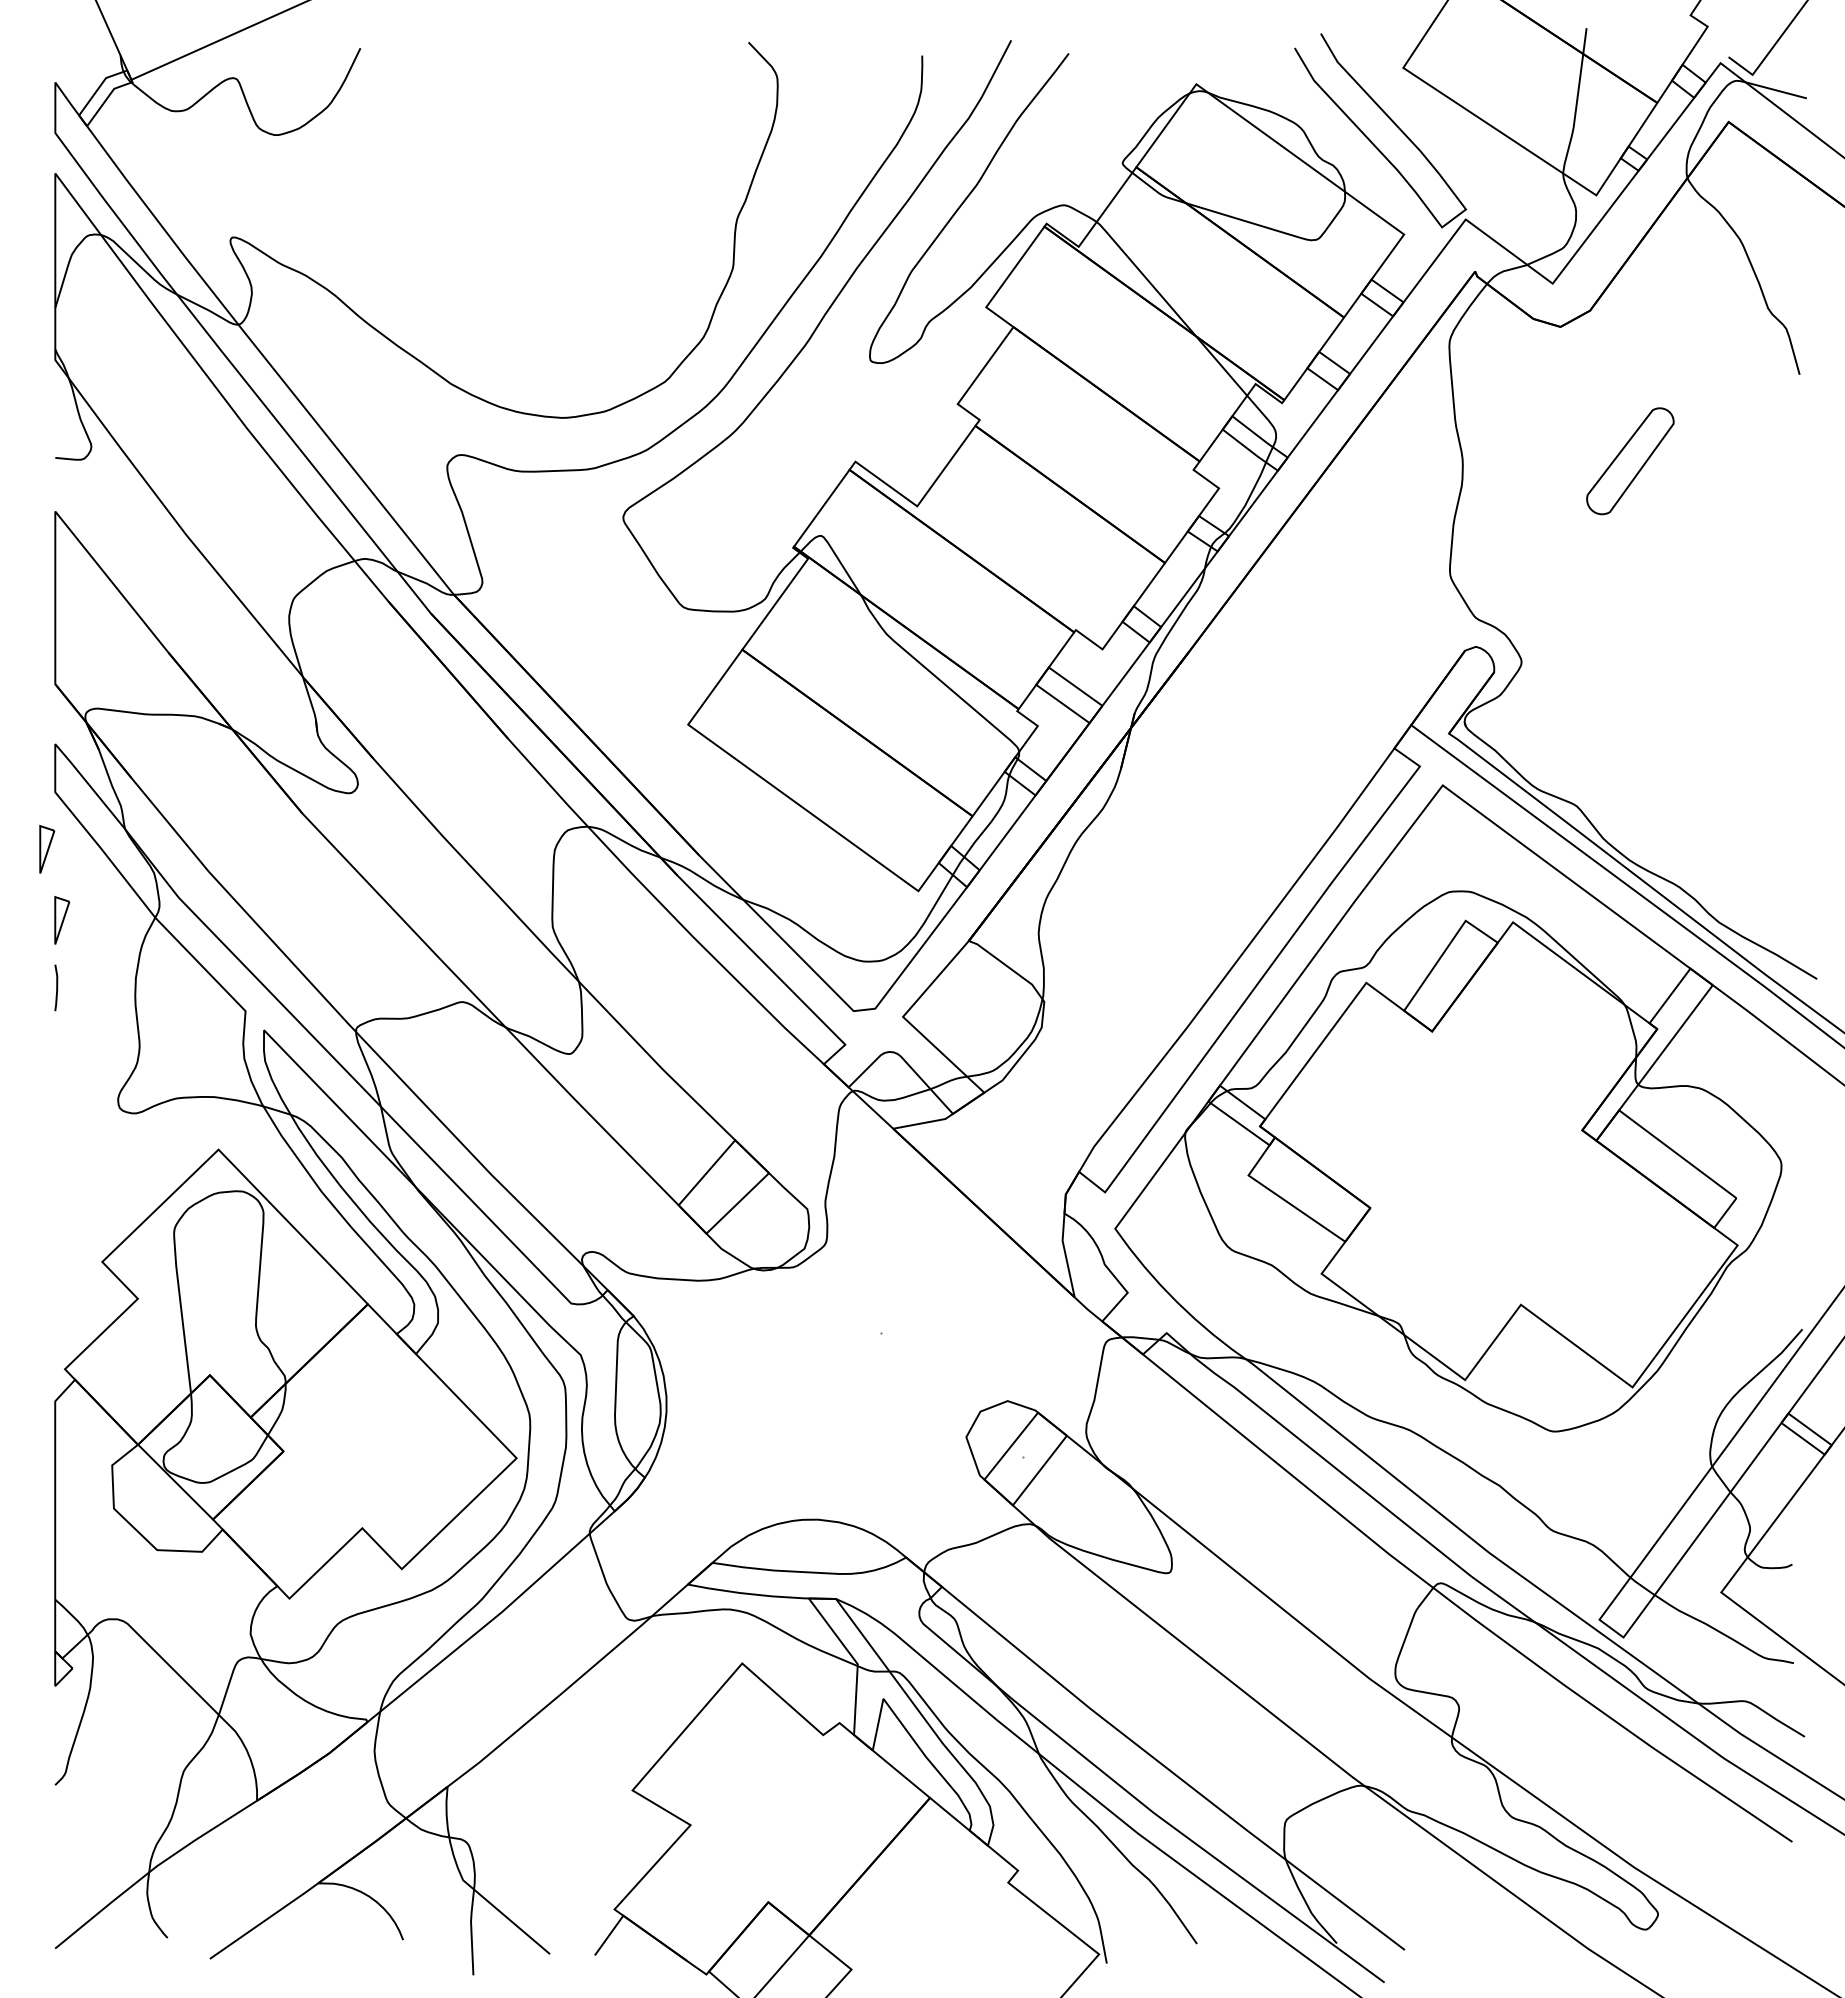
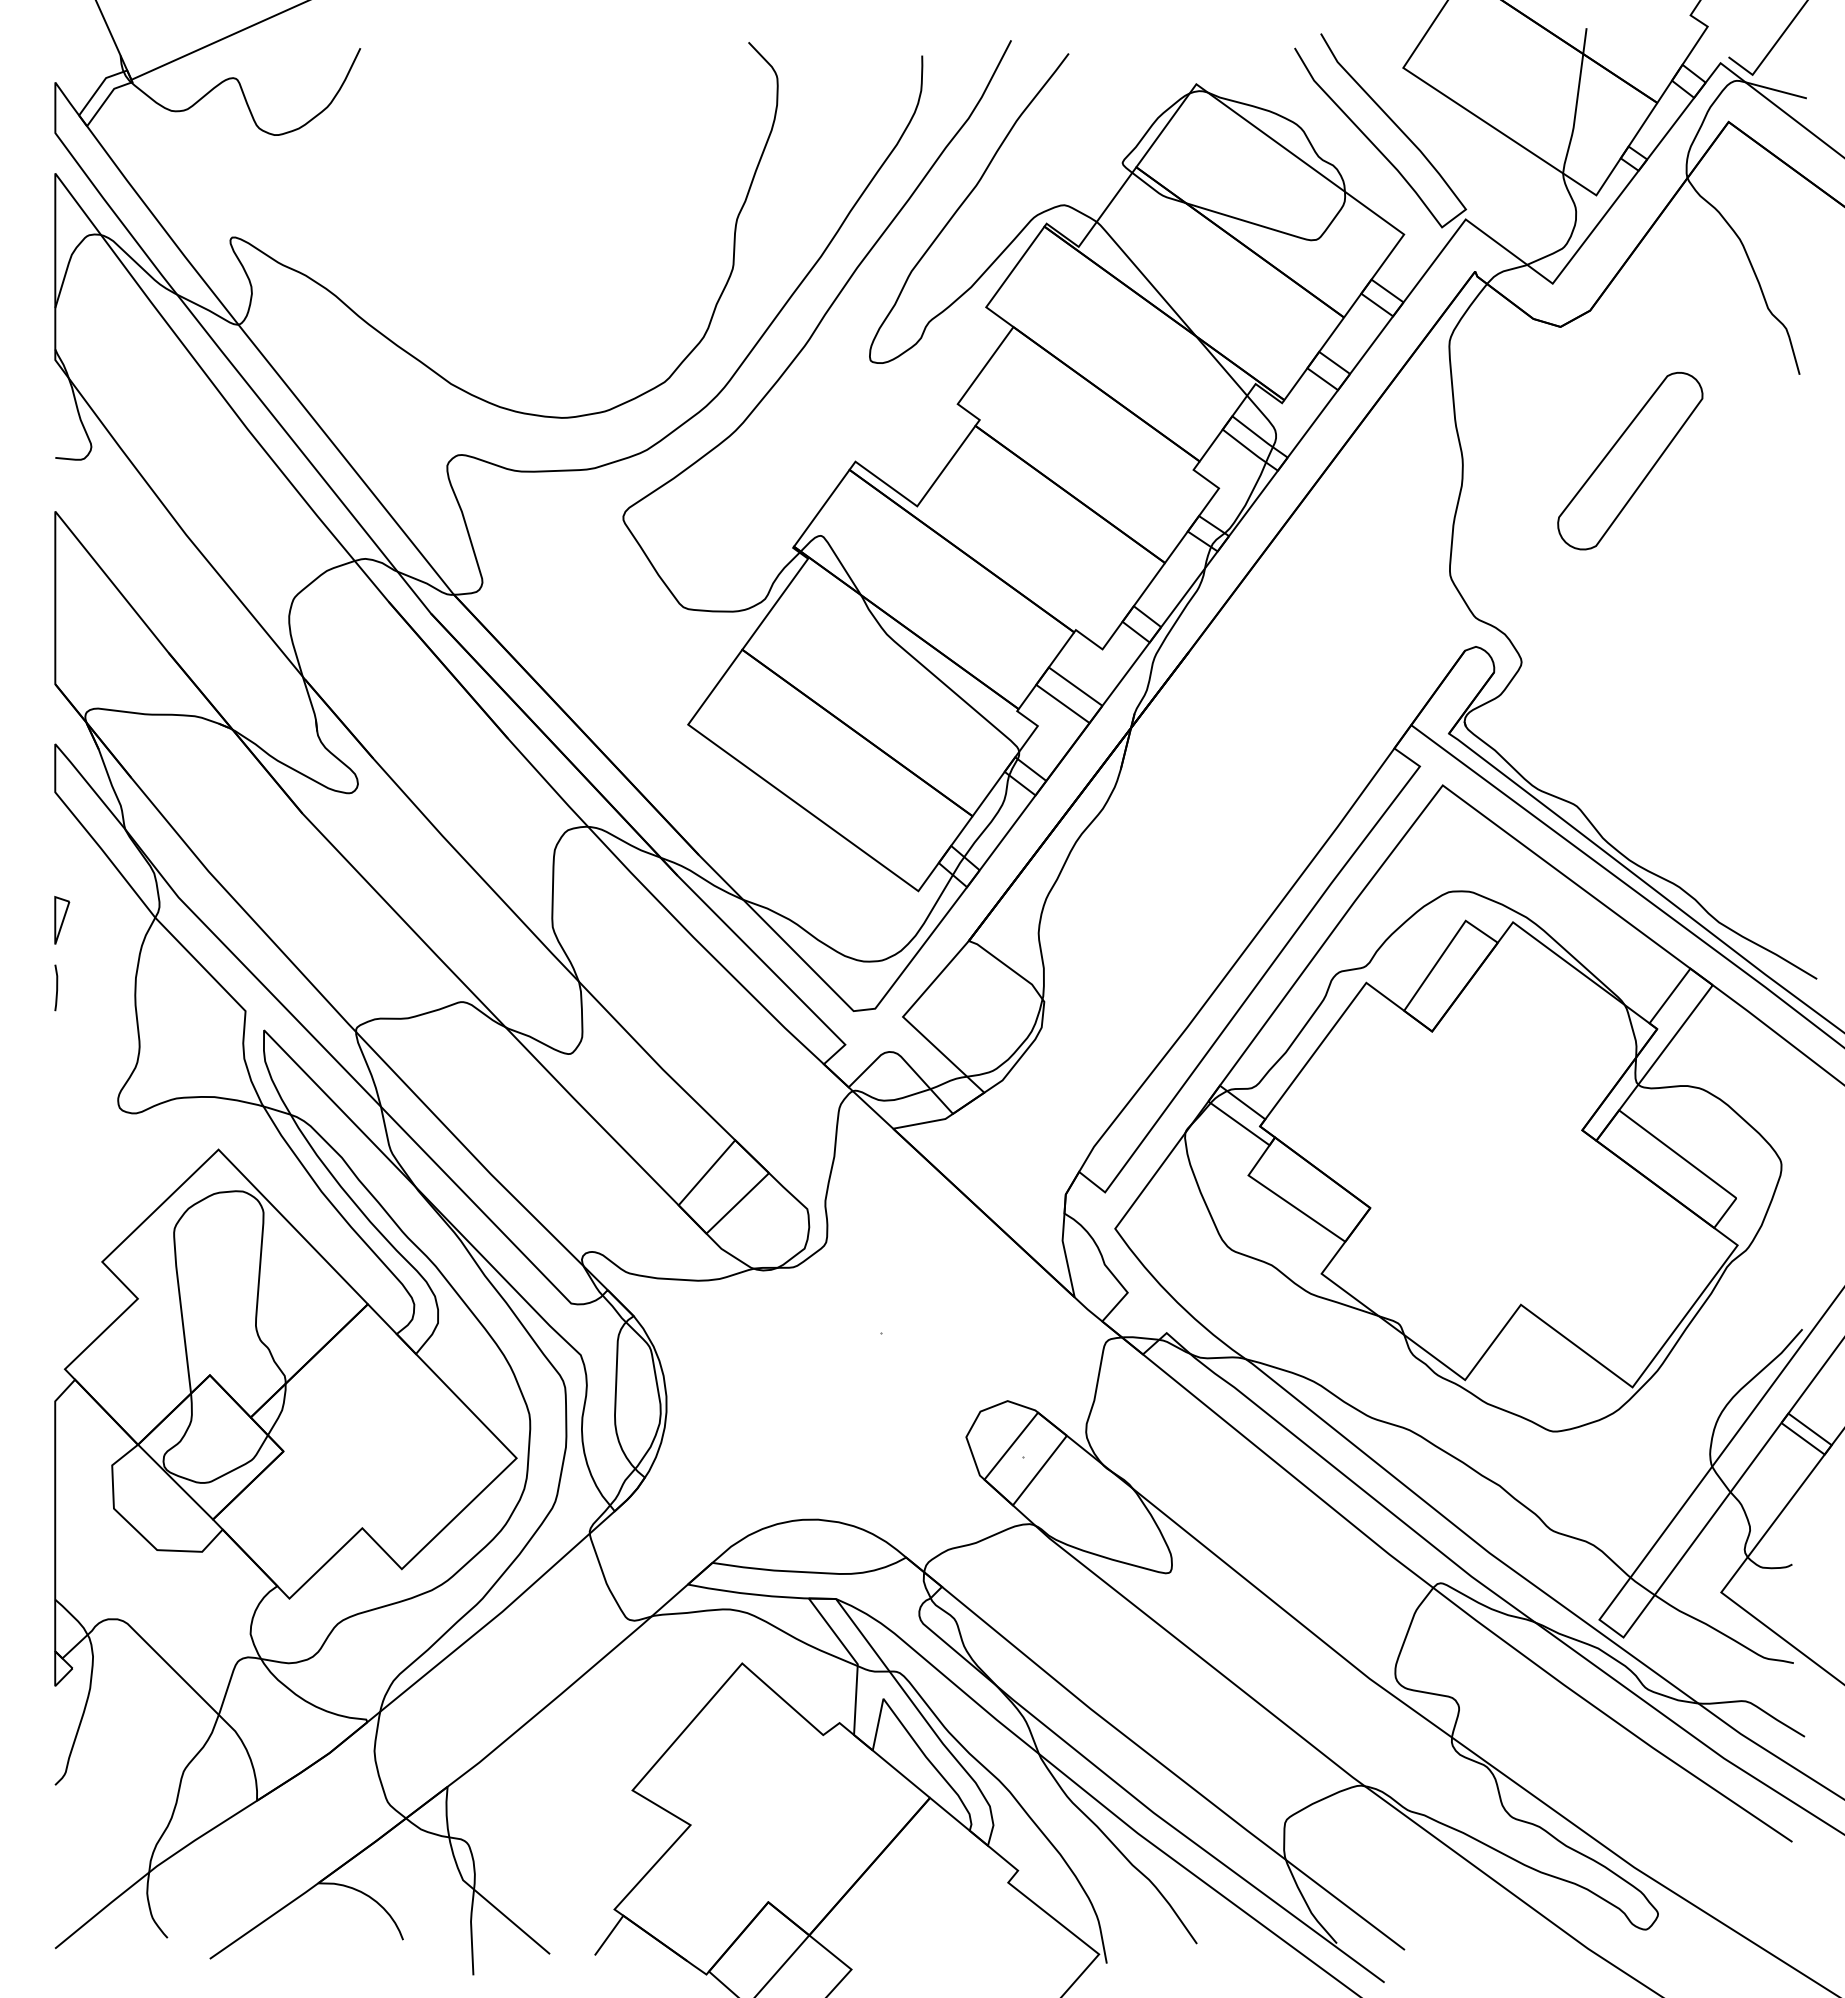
part at (1630, 461) size: 89x109 px -> 147x179 px
part at (47, 849): present -> none
